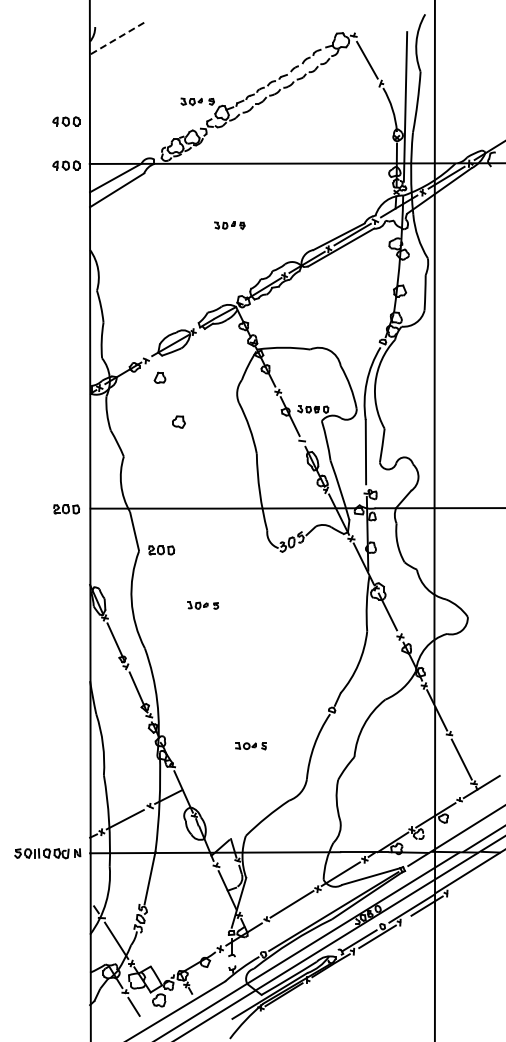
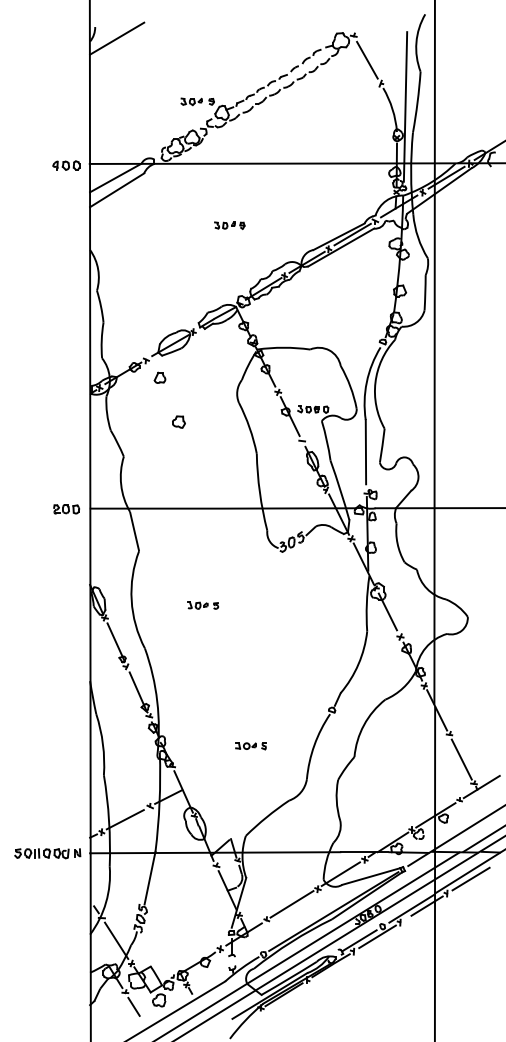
line at (116, 38): dashed -> solid
part at (66, 121): present -> none
part at (161, 550): present -> none
line at (470, 878): none -> present
